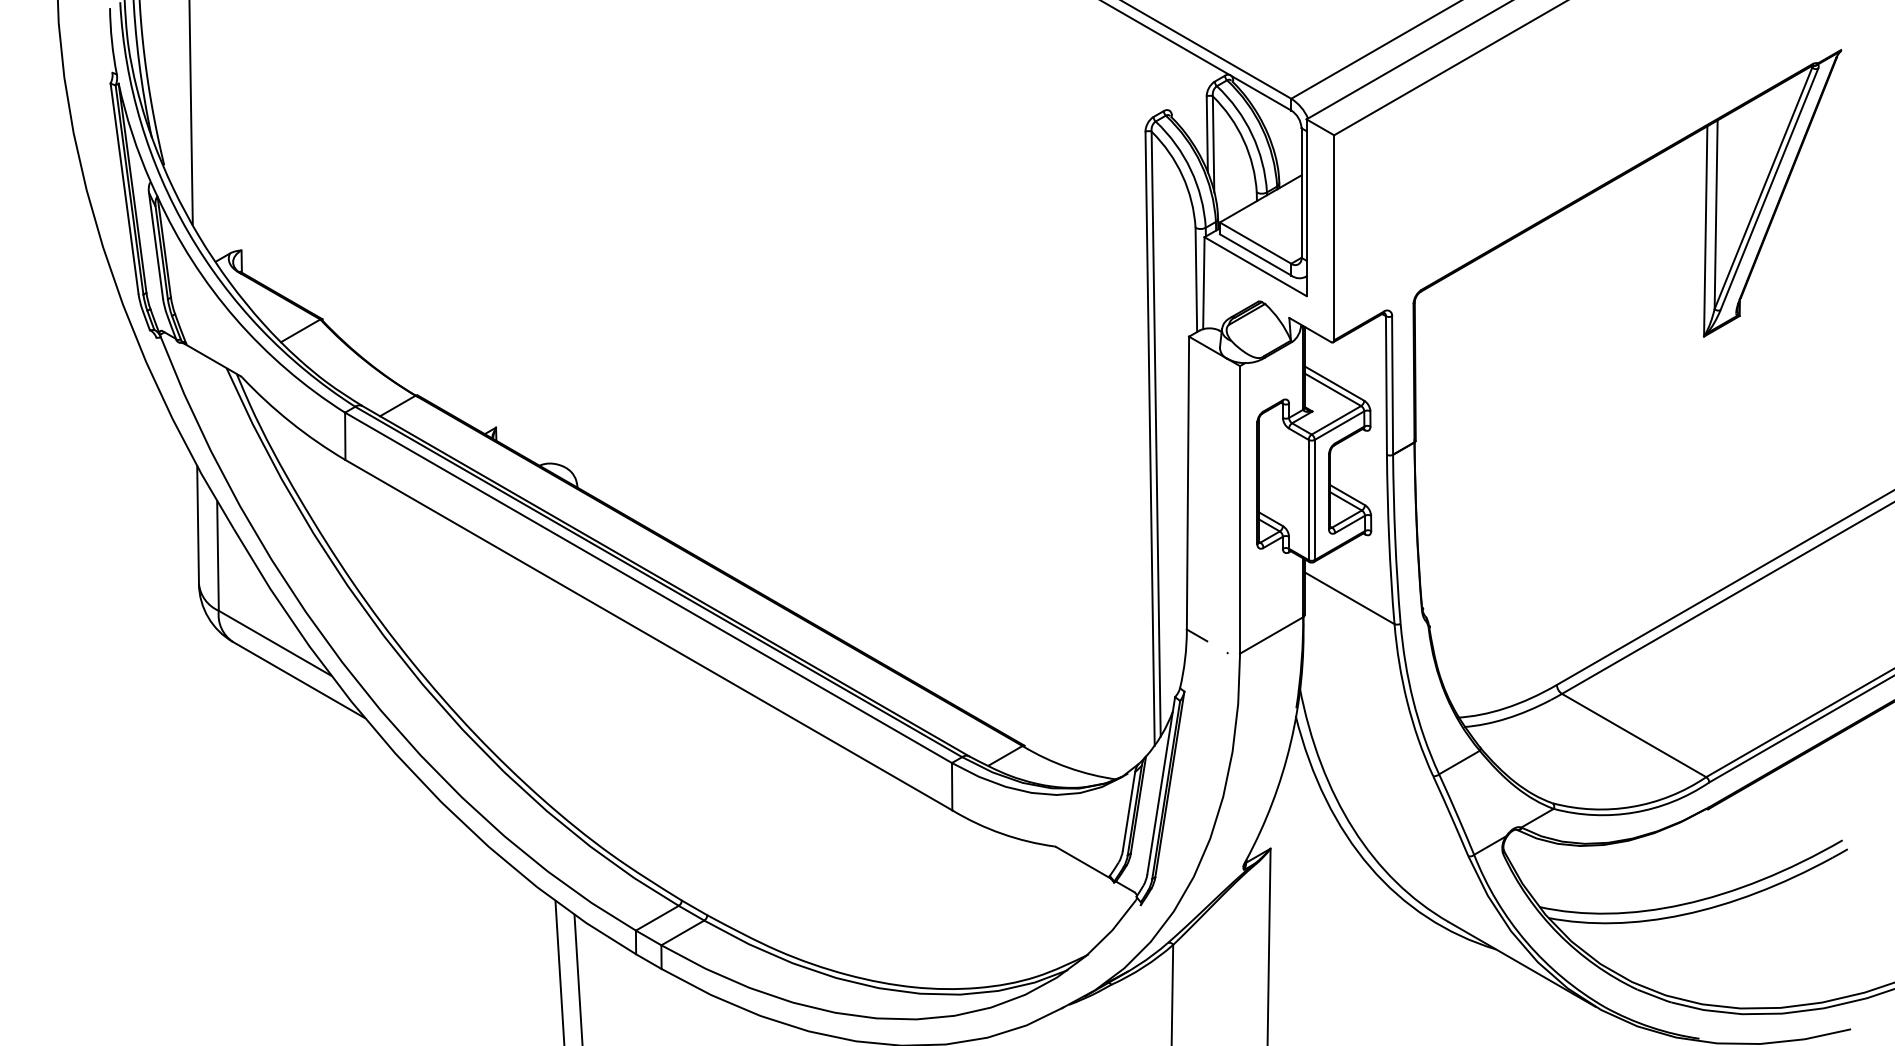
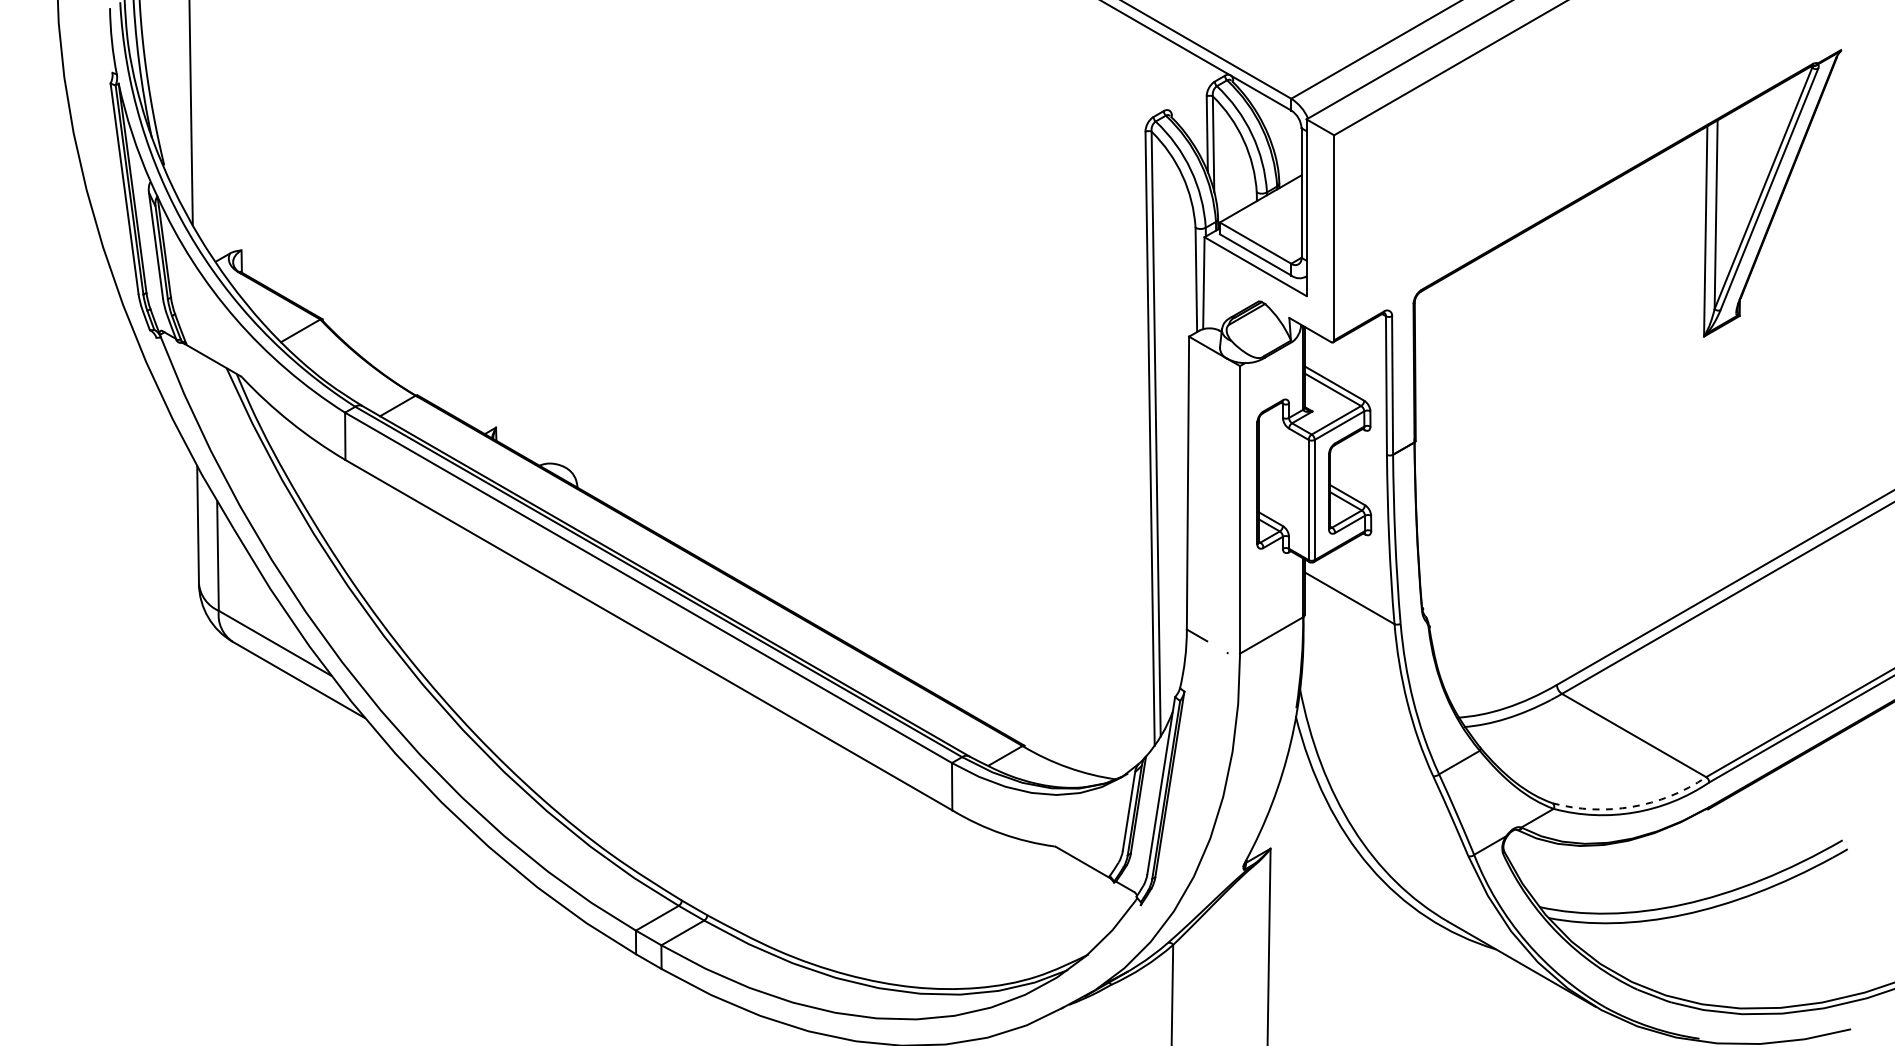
arc at (1632, 806): solid -> dashed
line at (559, 971): present -> none
line at (578, 978): present -> none
